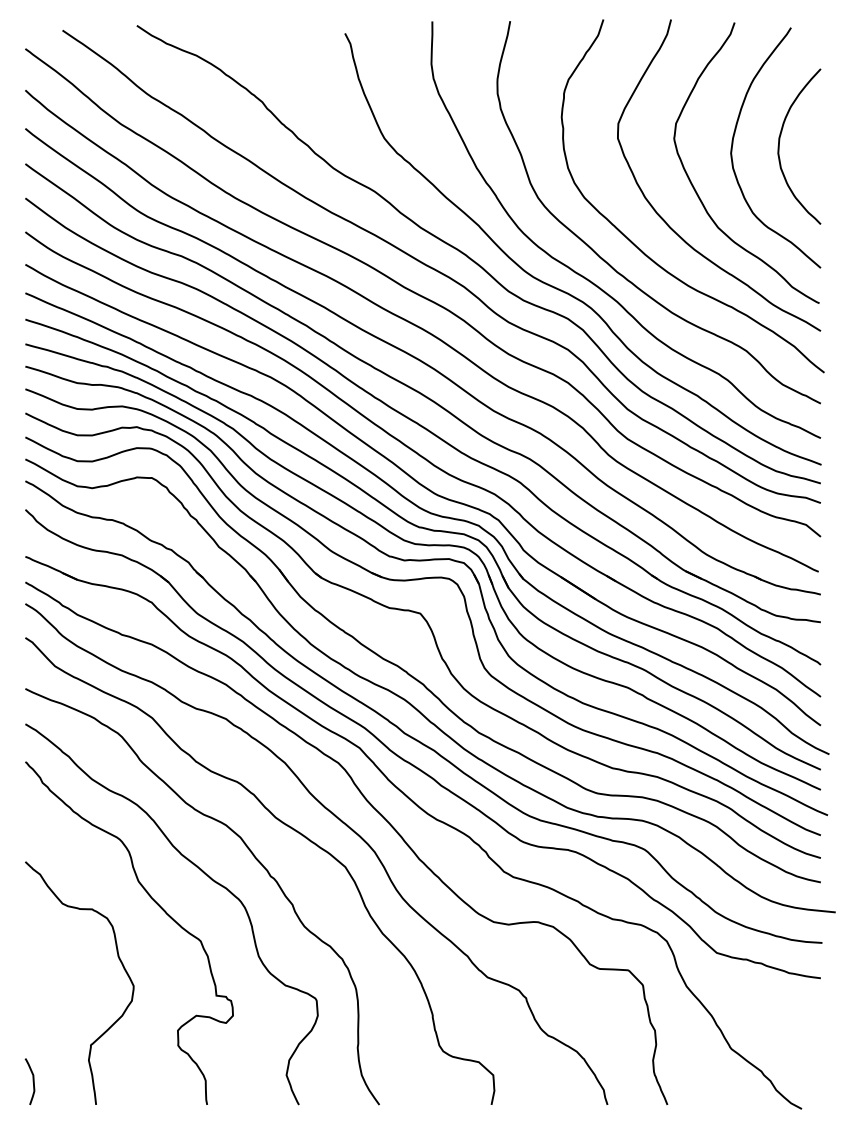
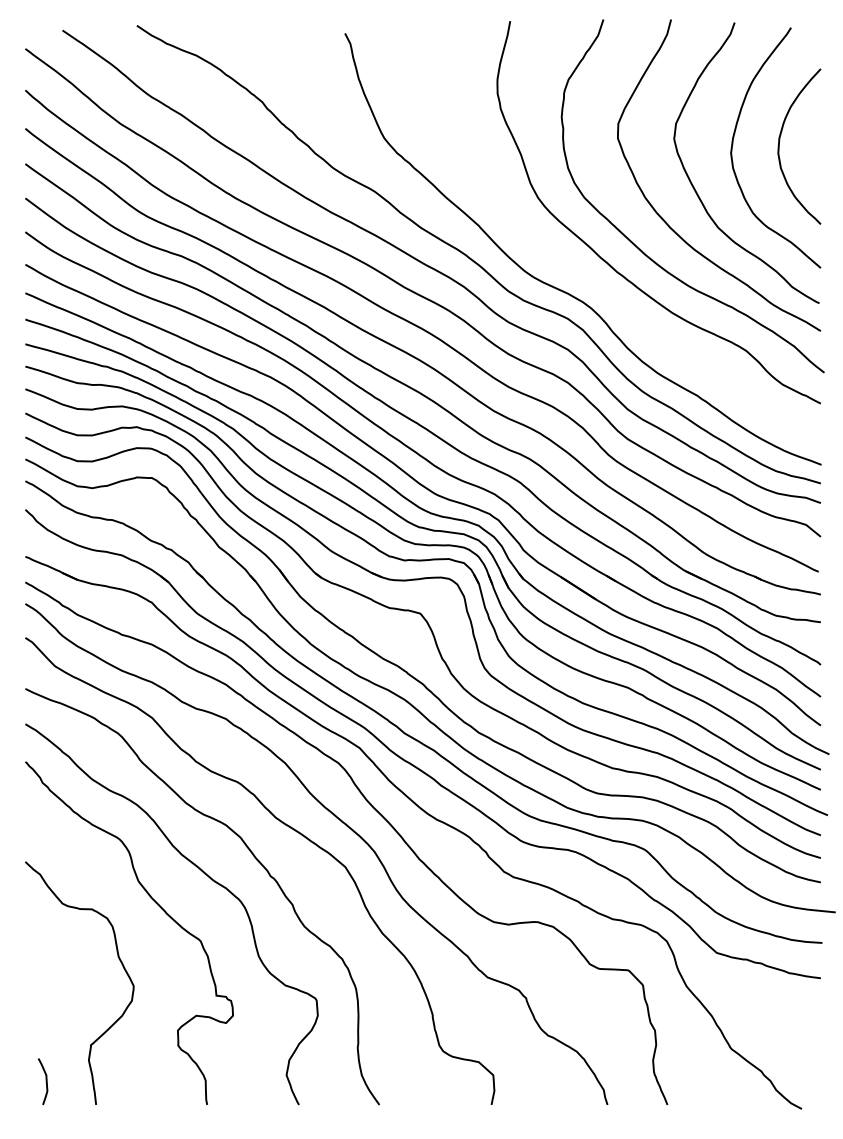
curve at (592, 281): present -> none
curve at (32, 1081) position: (32, 1081) -> (45, 1081)
